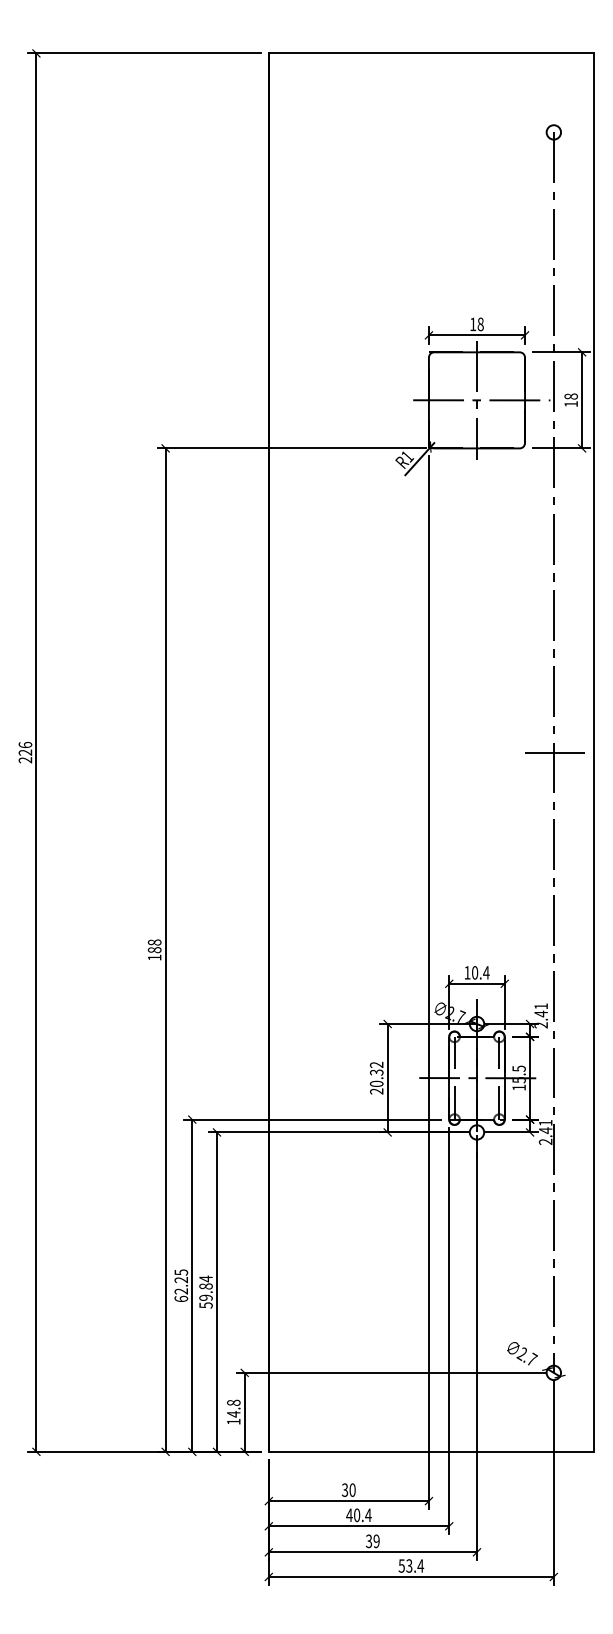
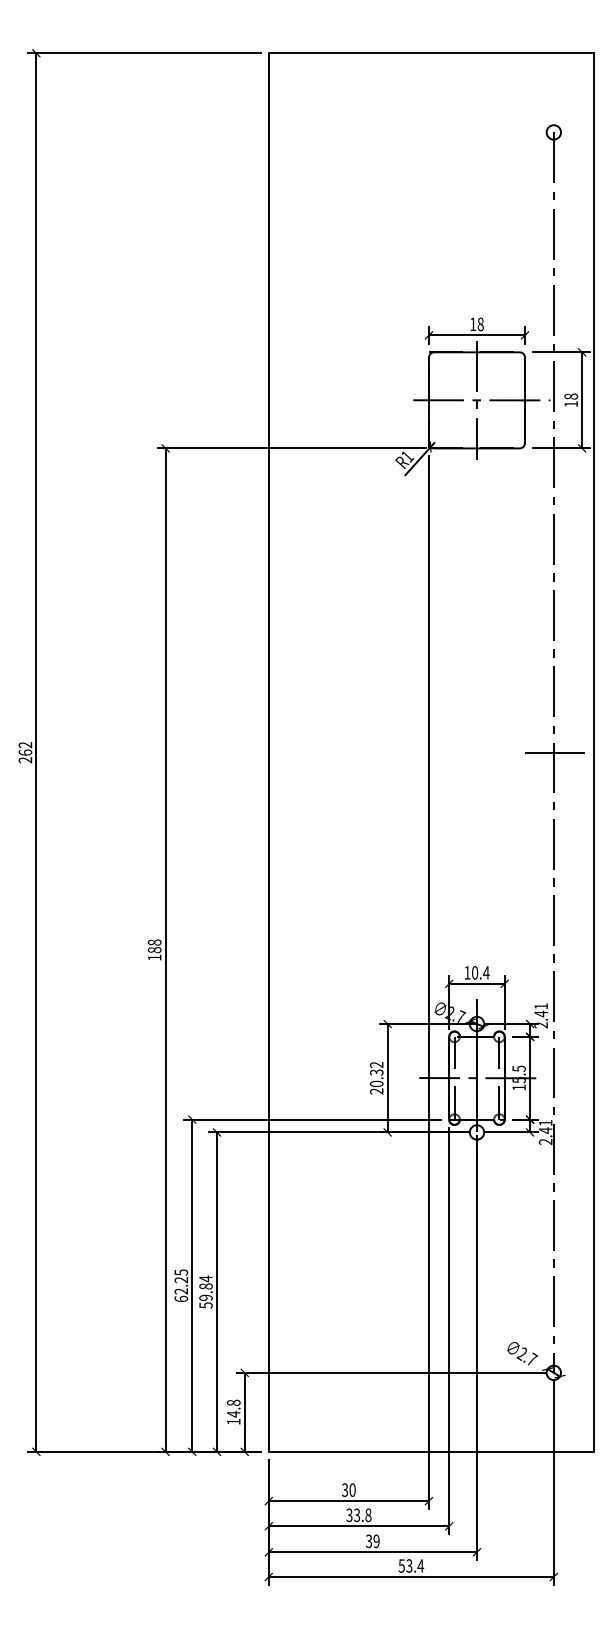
text at (25, 748): 226 -> 262
text at (358, 1515): 40.4 -> 33.8
